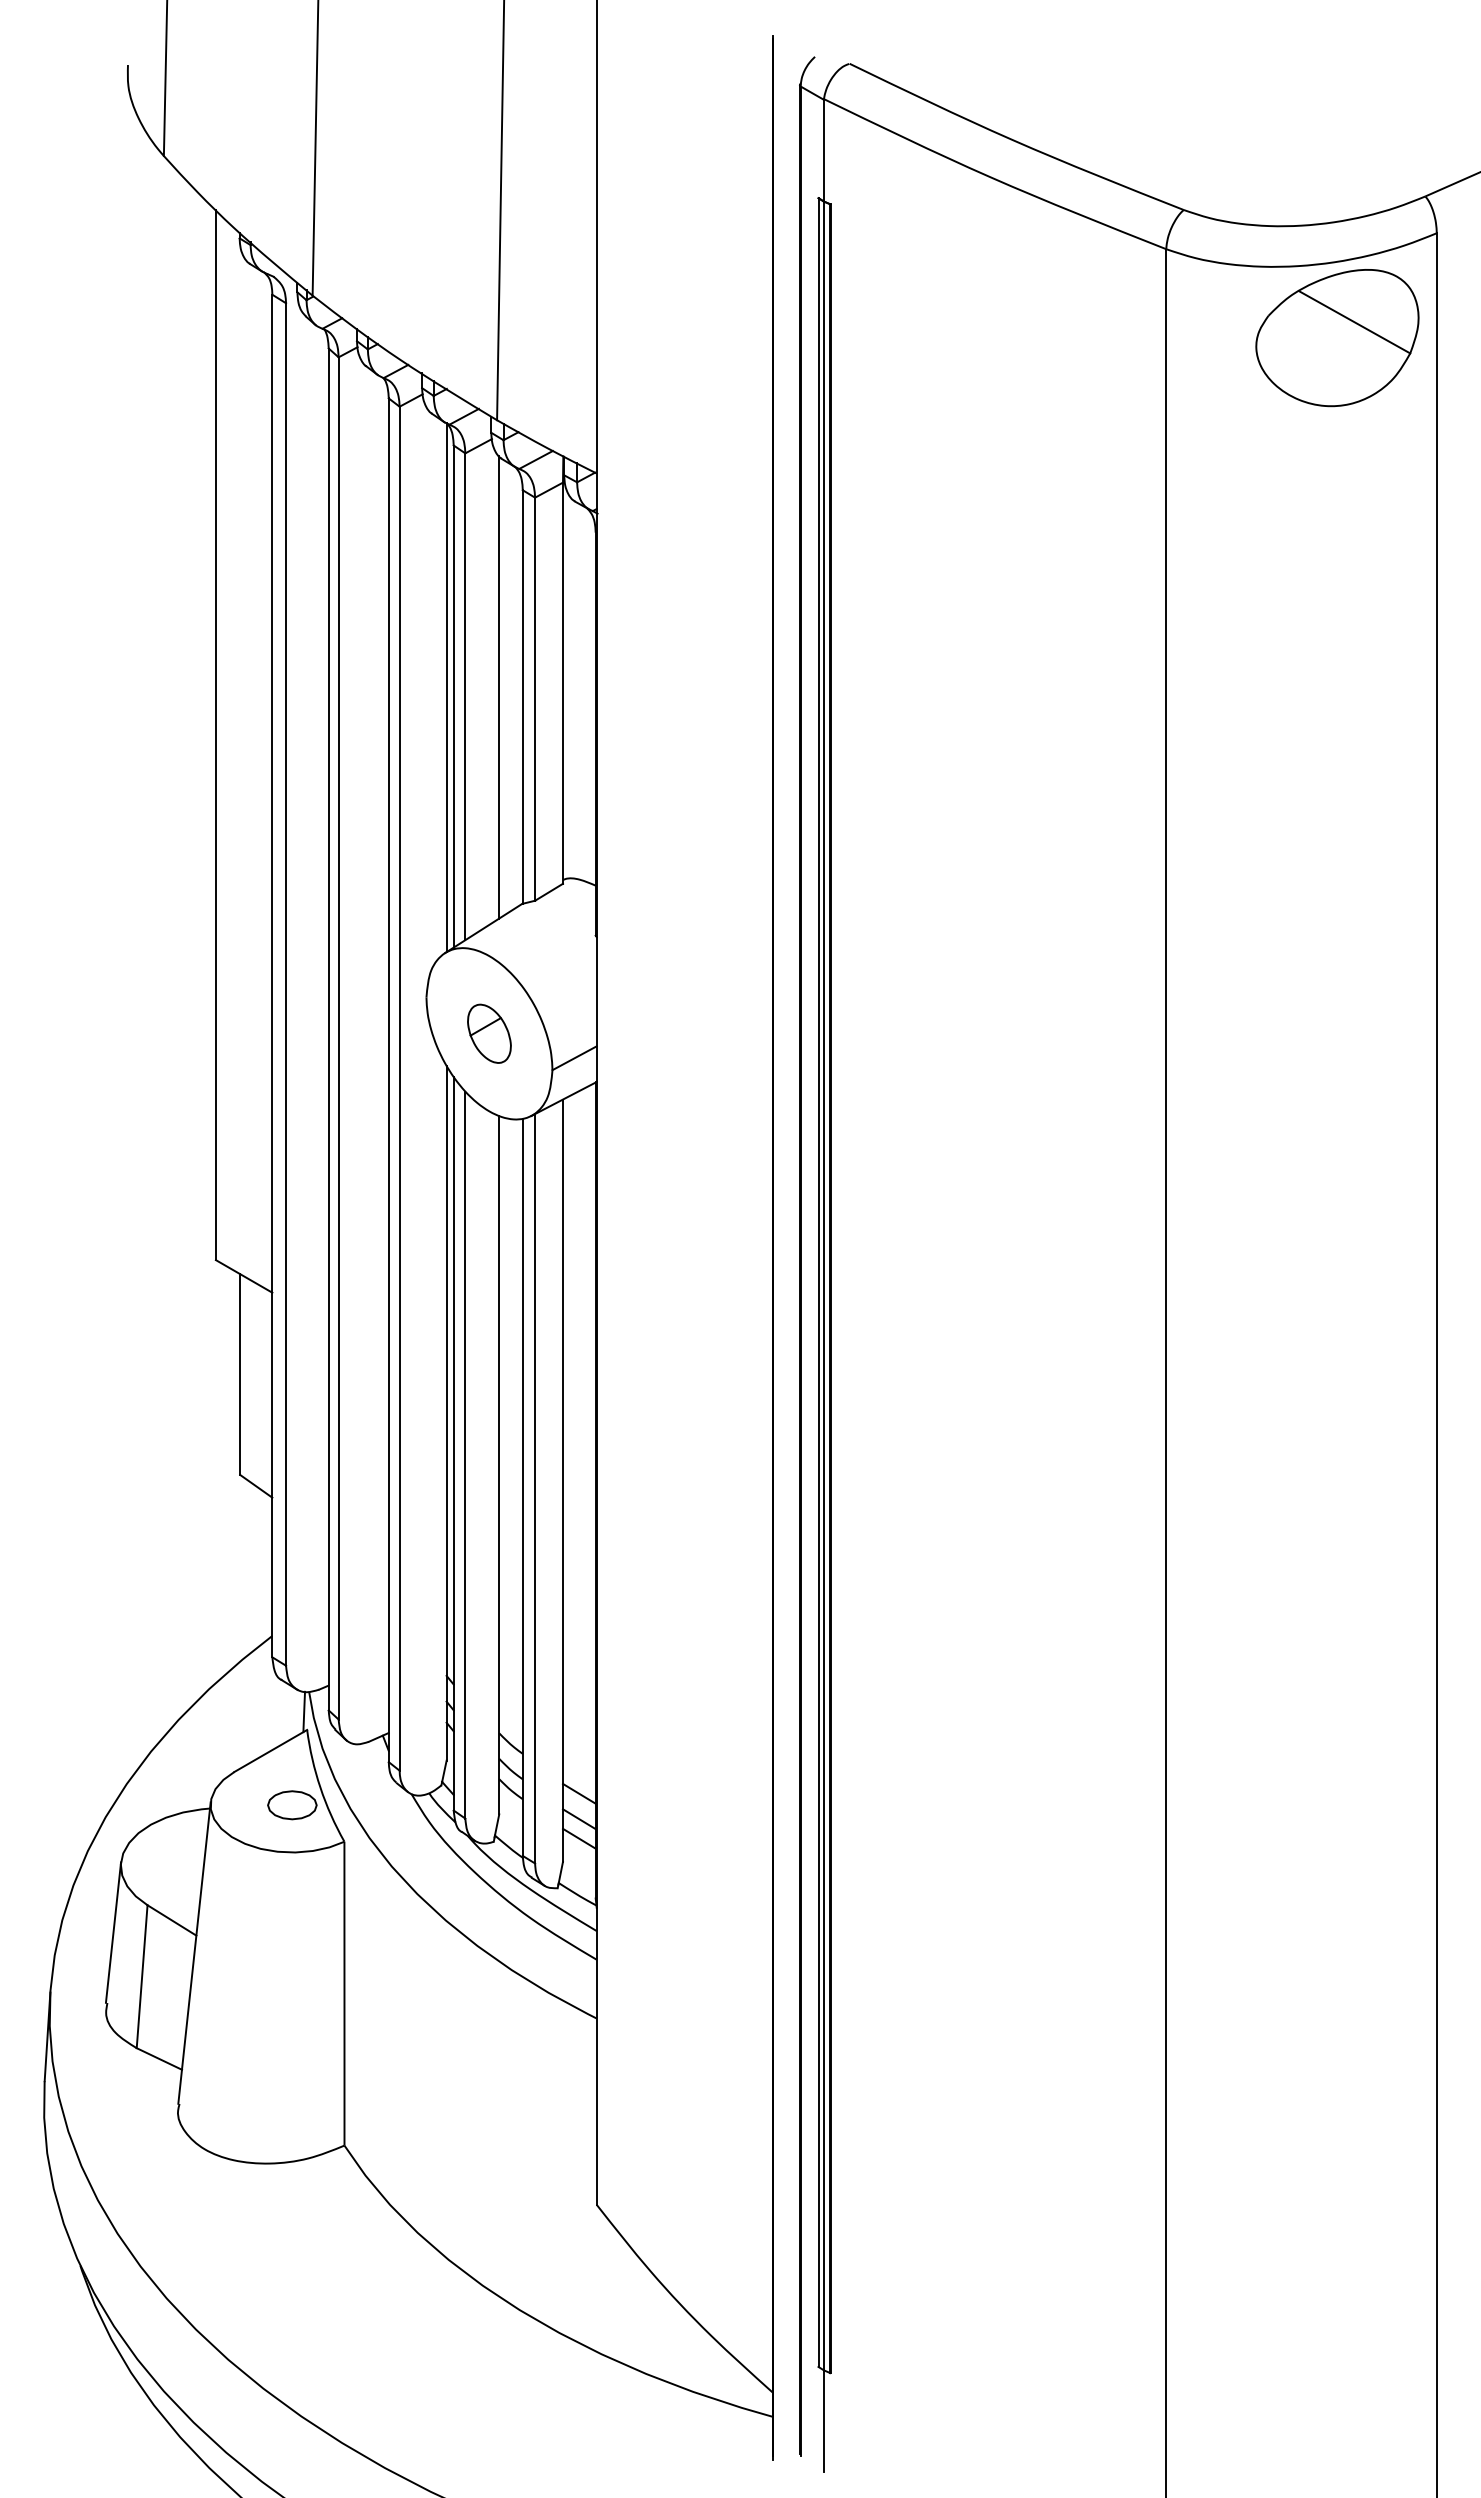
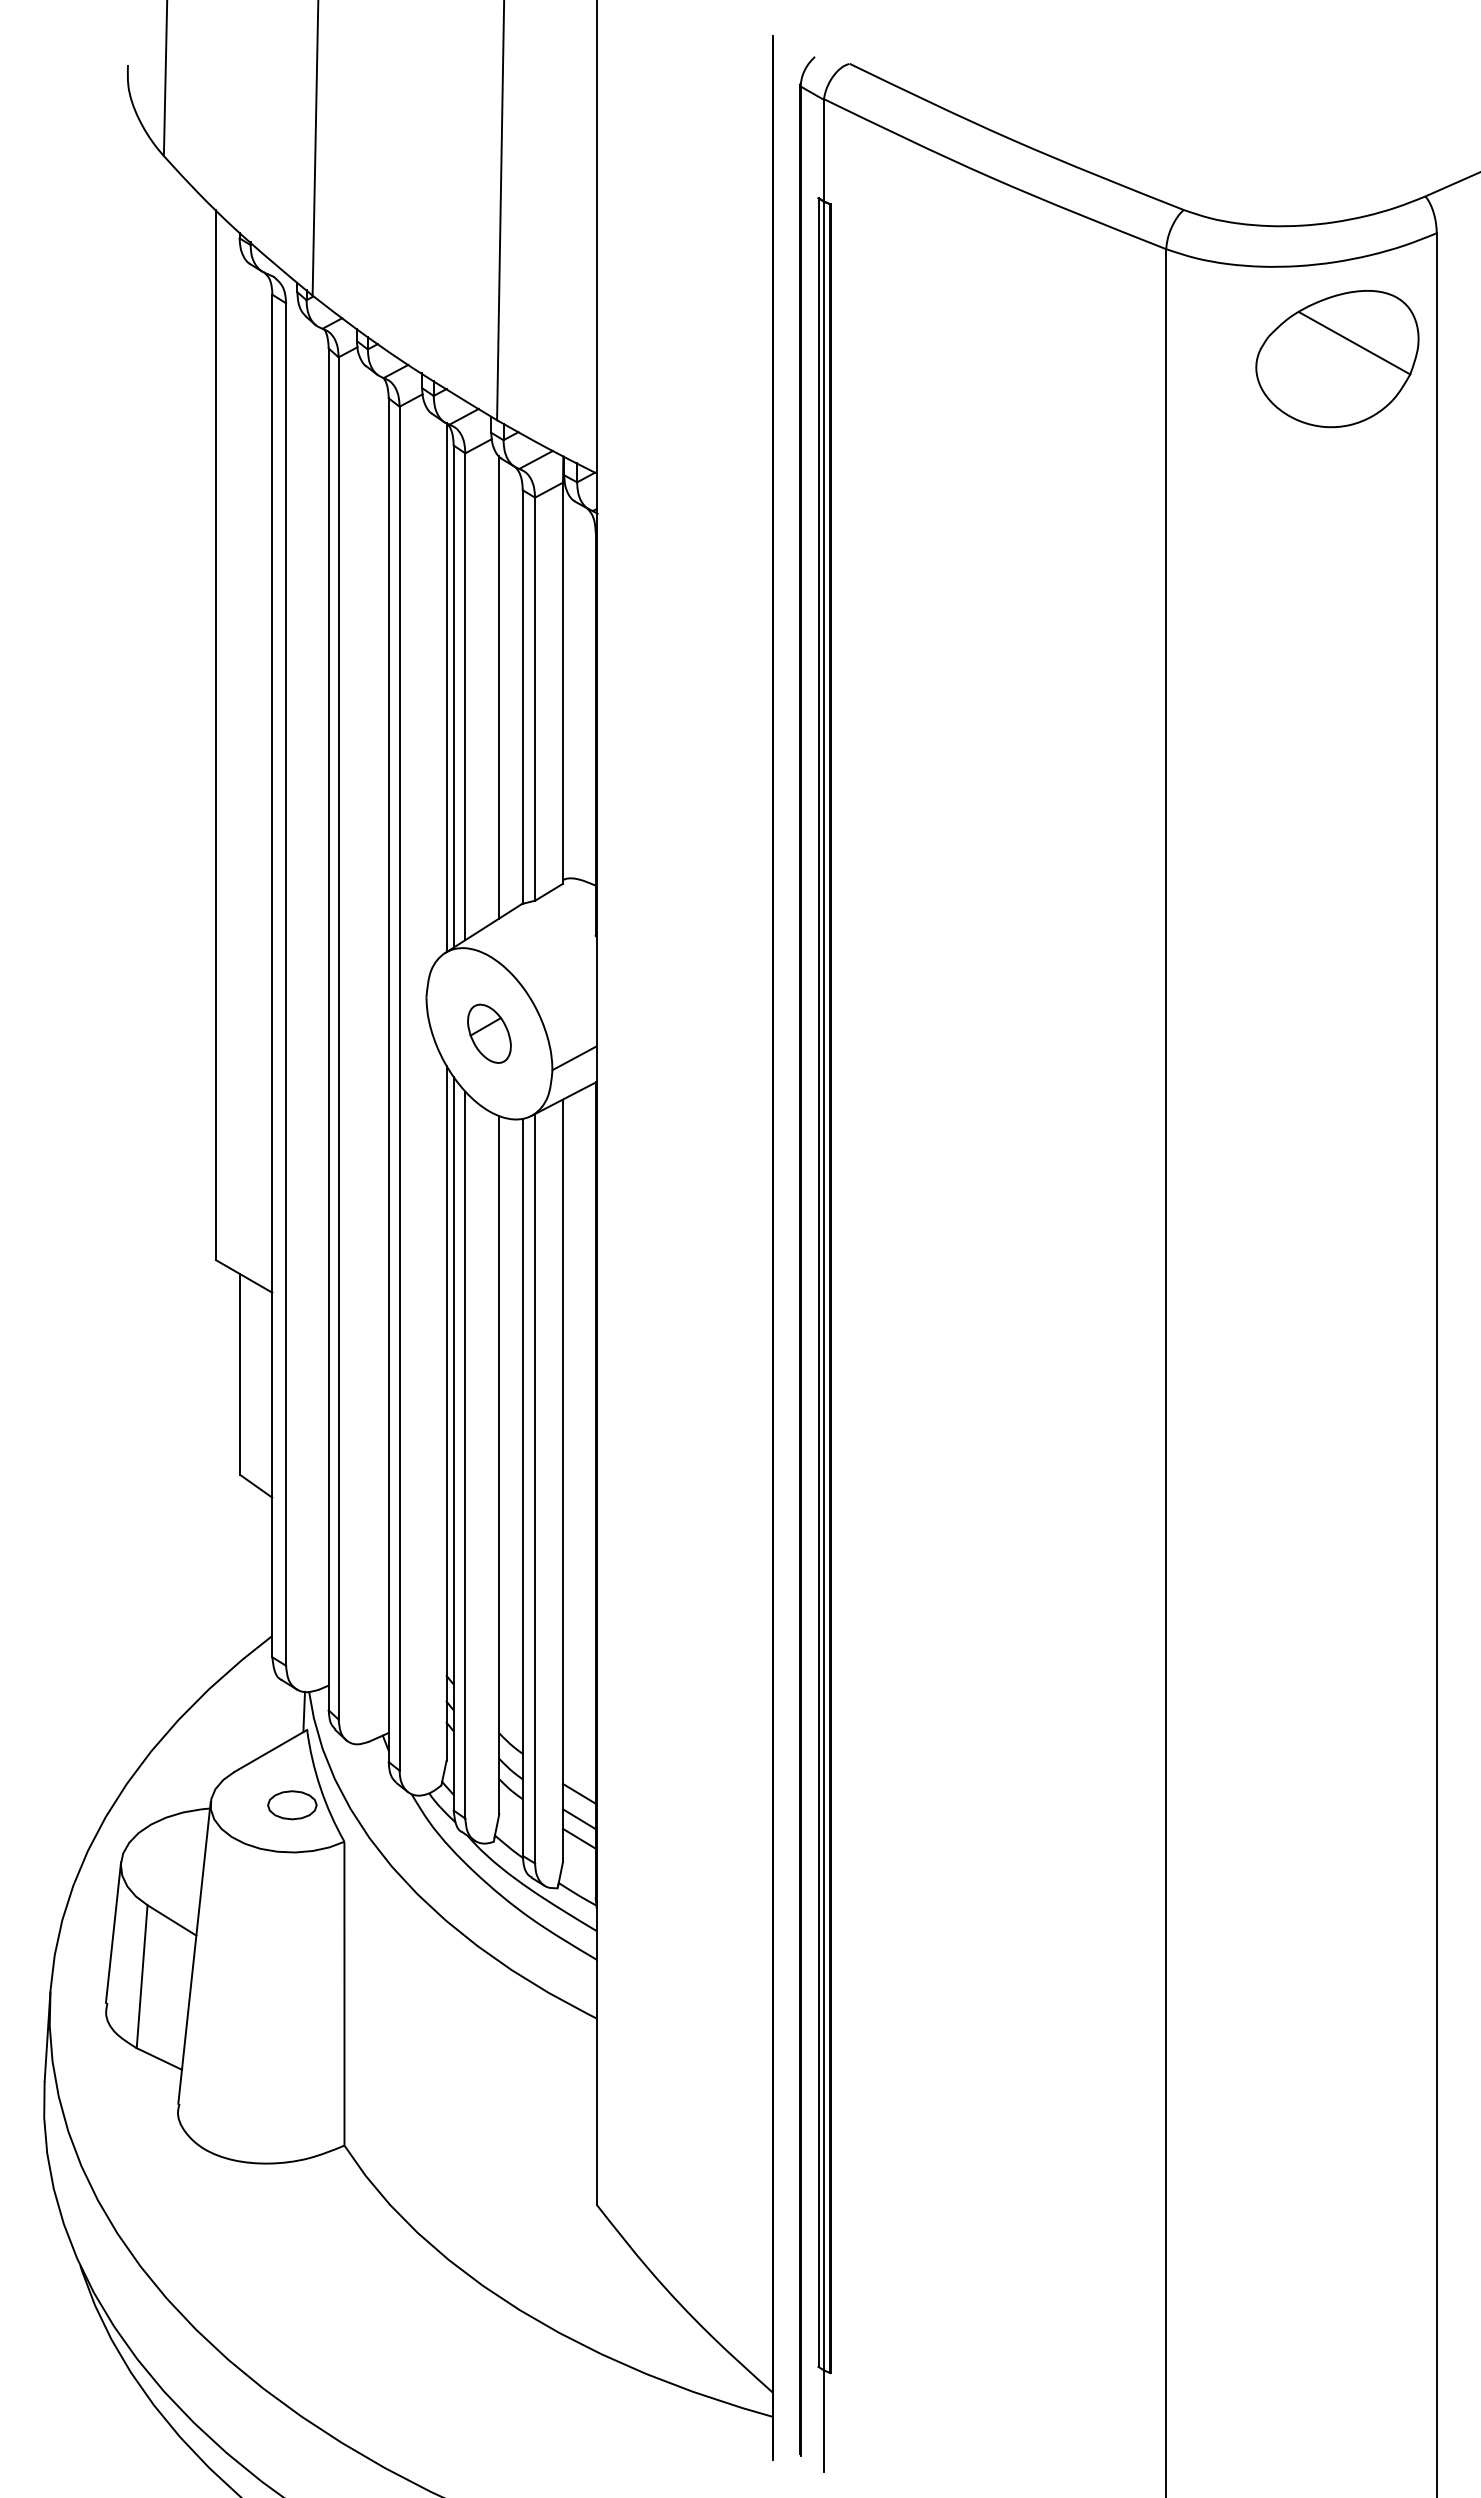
part at (1337, 338) position: (1337, 338) -> (1337, 359)
